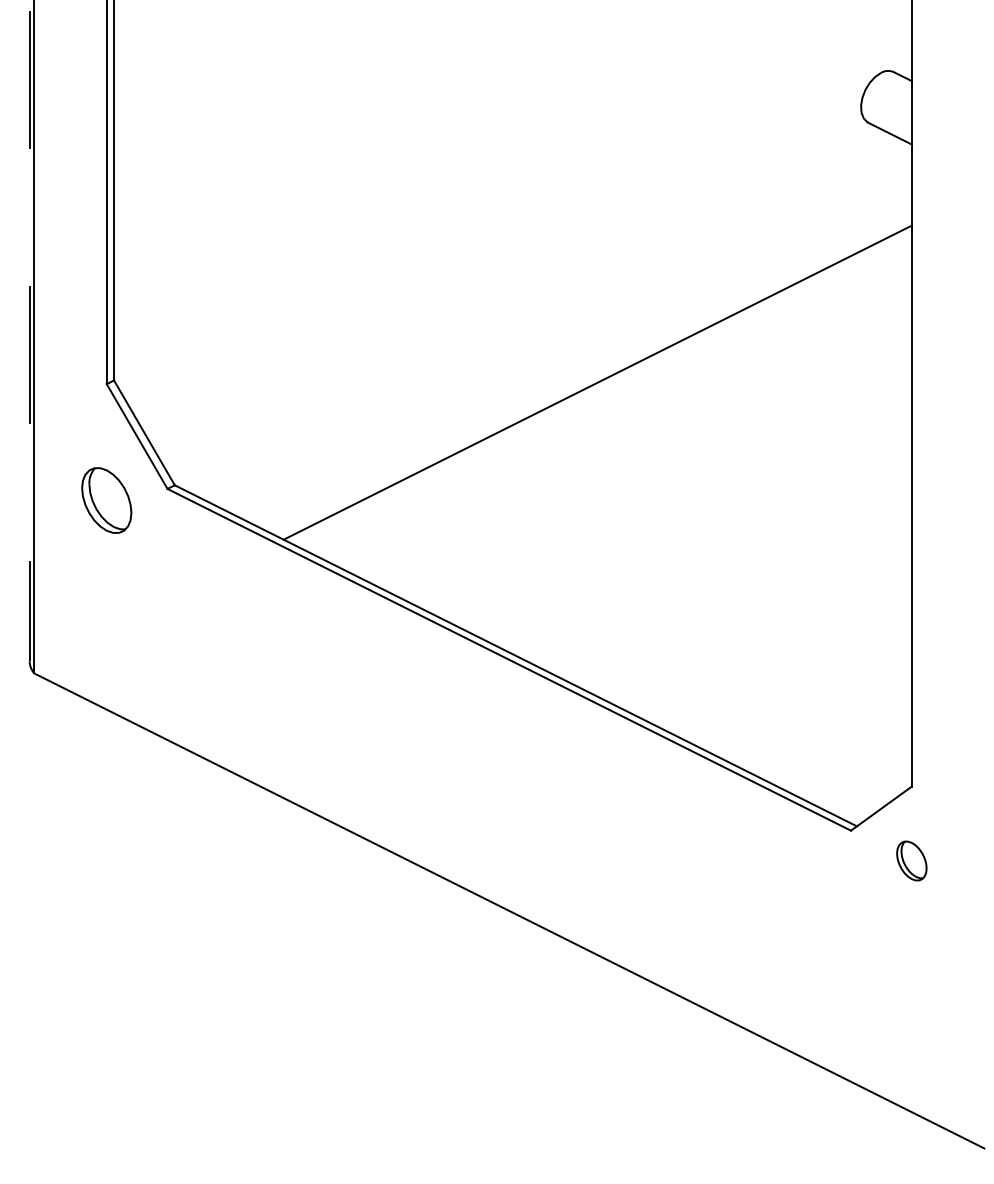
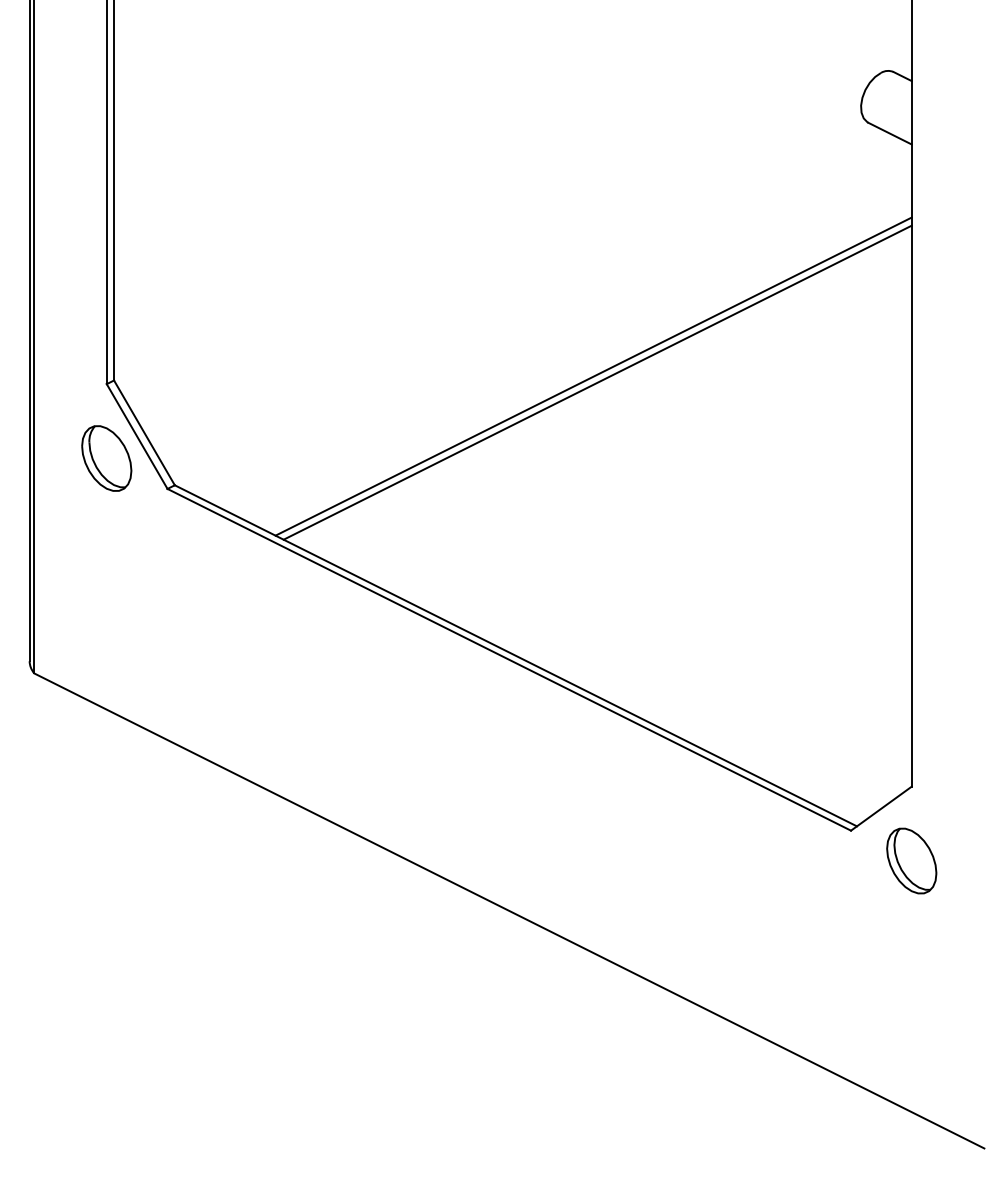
line at (29, 331): dashed -> solid
line at (593, 376): none -> present
part at (106, 500) position: (106, 500) -> (106, 458)
part at (911, 860) size: 32x42 px -> 52x68 px
